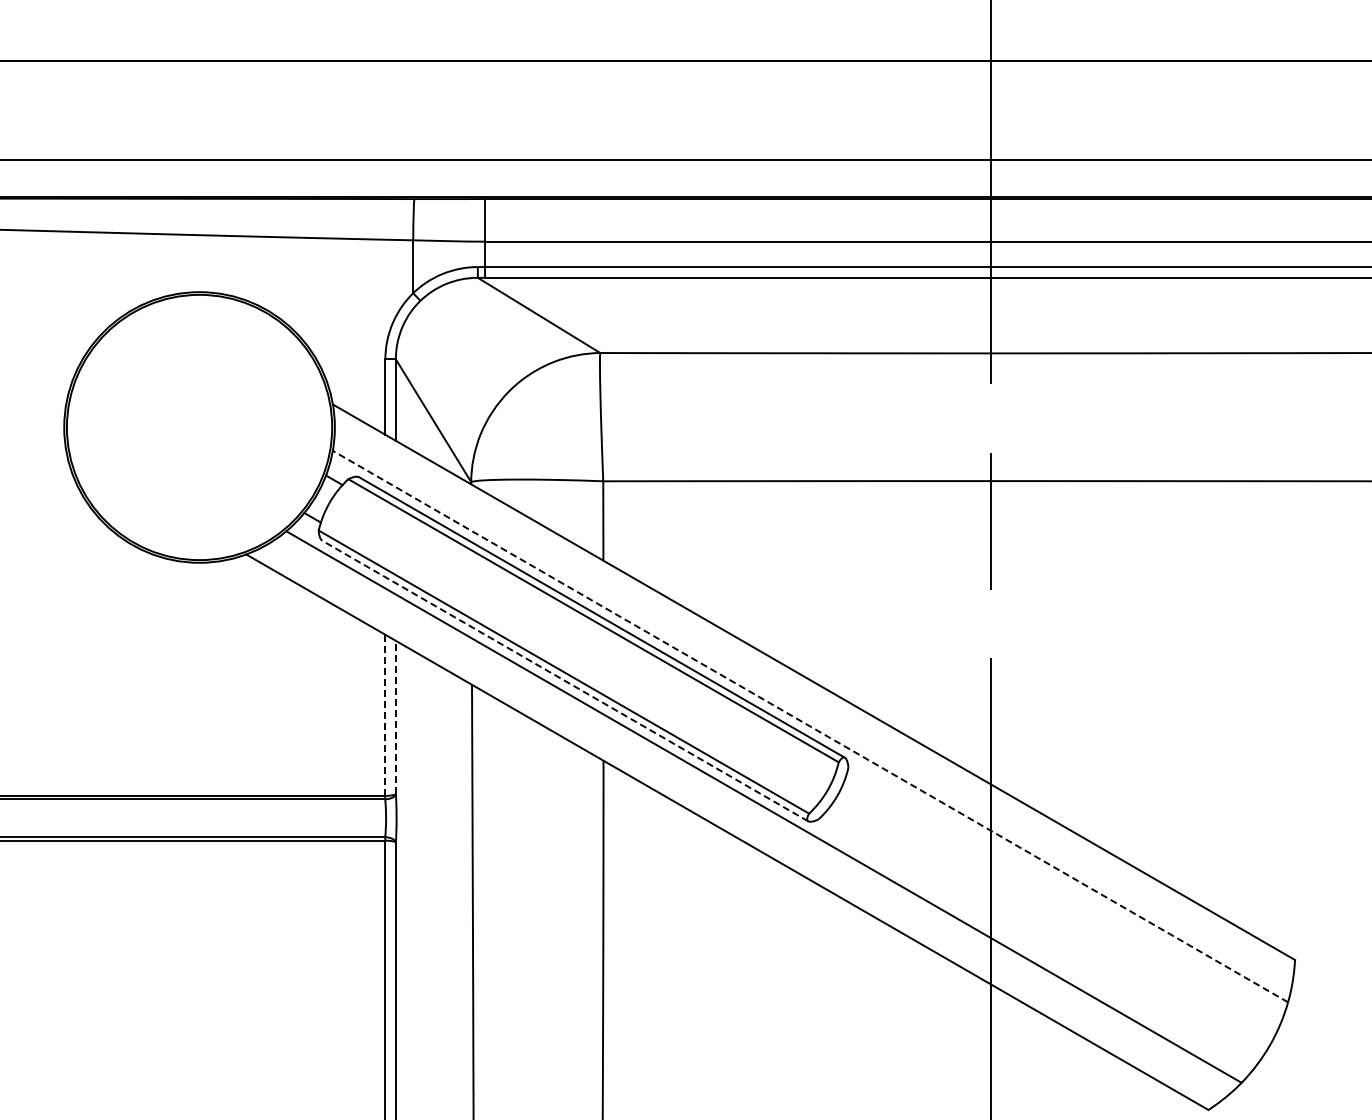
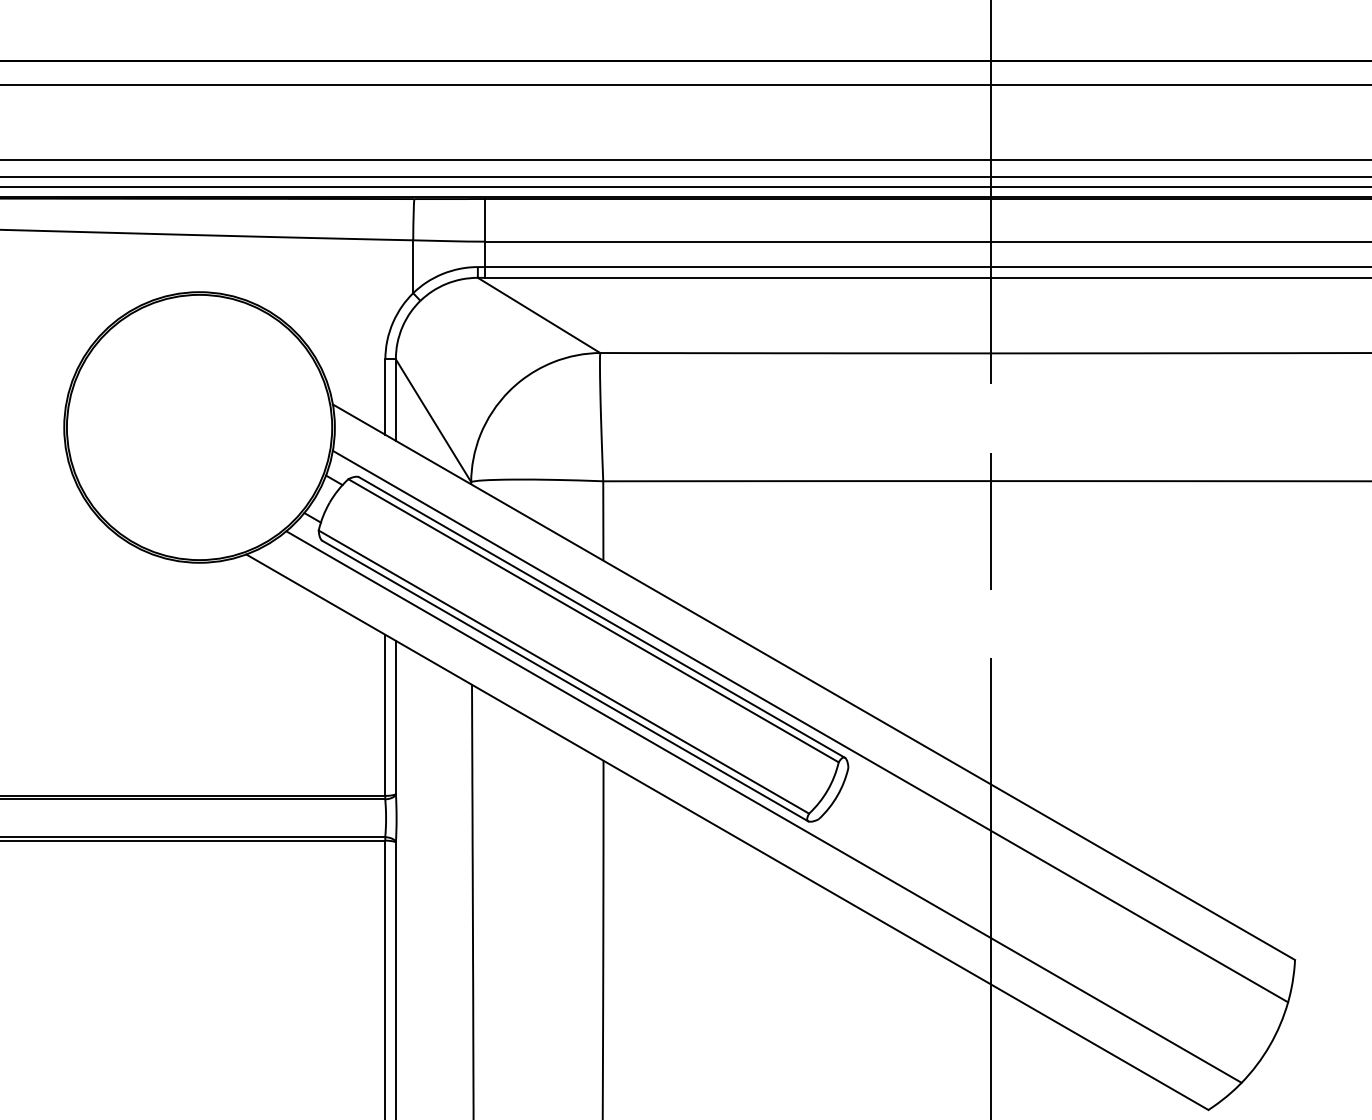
line at (685, 85): none -> present
line at (685, 176): none -> present
line at (685, 186): none -> present
line at (565, 681): dashed -> solid
line at (385, 715): dashed -> solid
line at (395, 717): dashed -> solid
line at (810, 726): dashed -> solid
